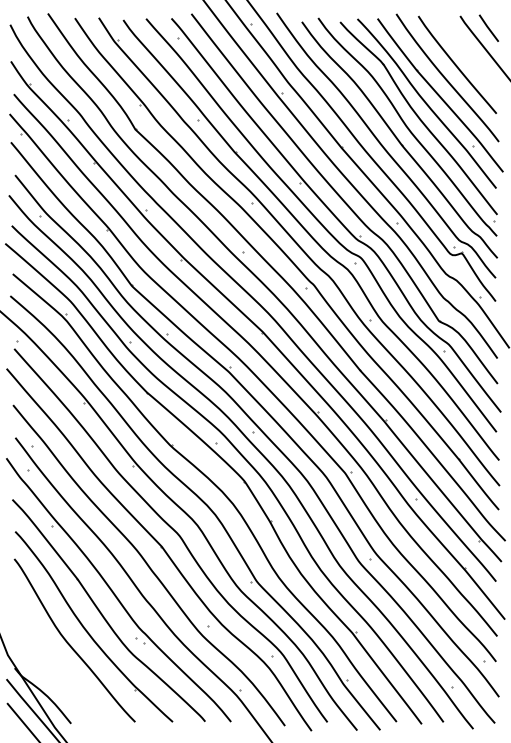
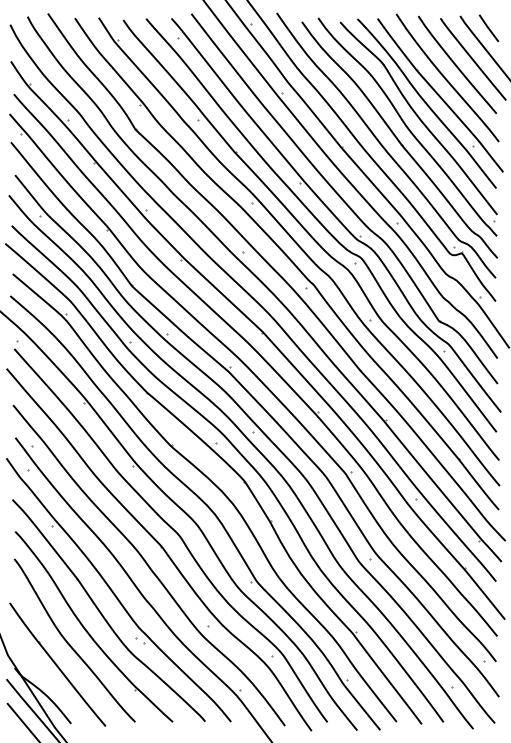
line at (473, 59): none -> present
part at (57, 664): none -> present
